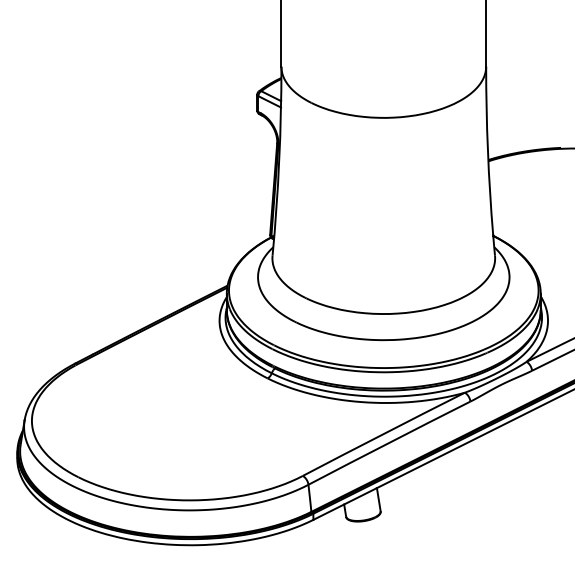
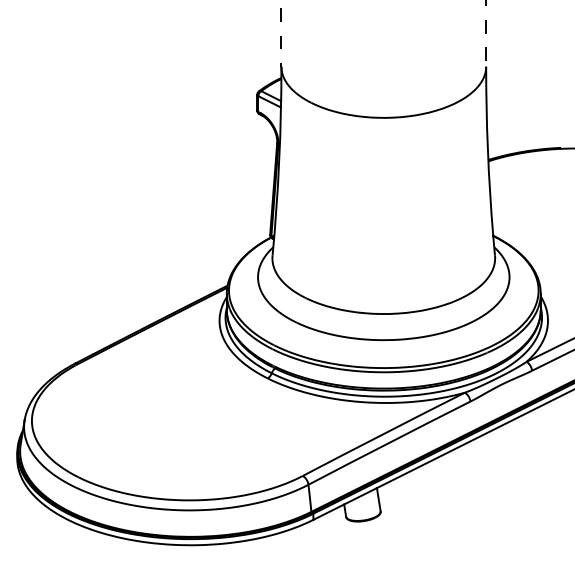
line at (281, 33): solid -> dashed
line at (486, 33): solid -> dashed
